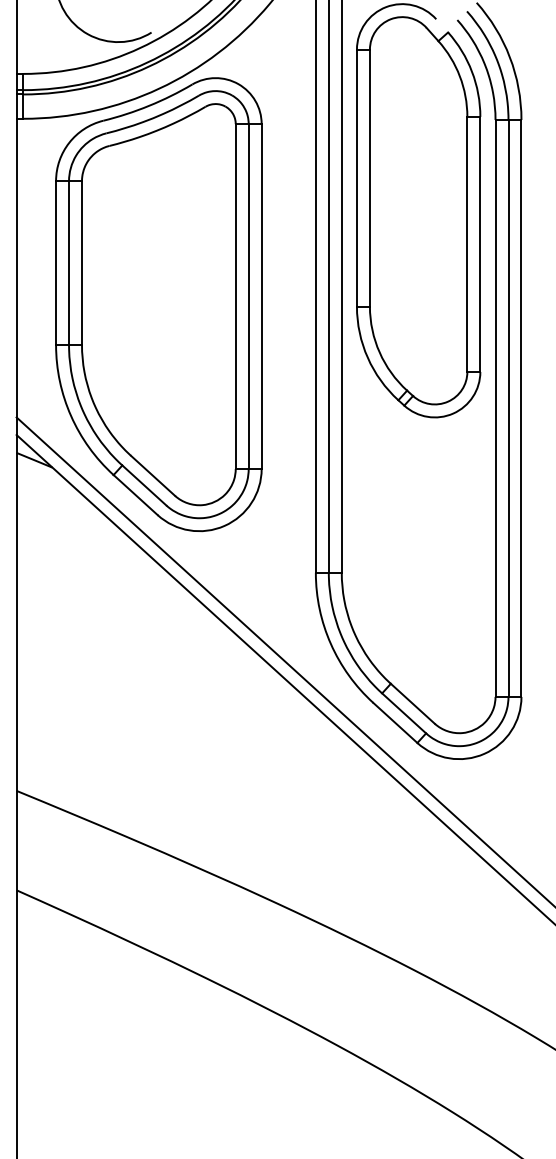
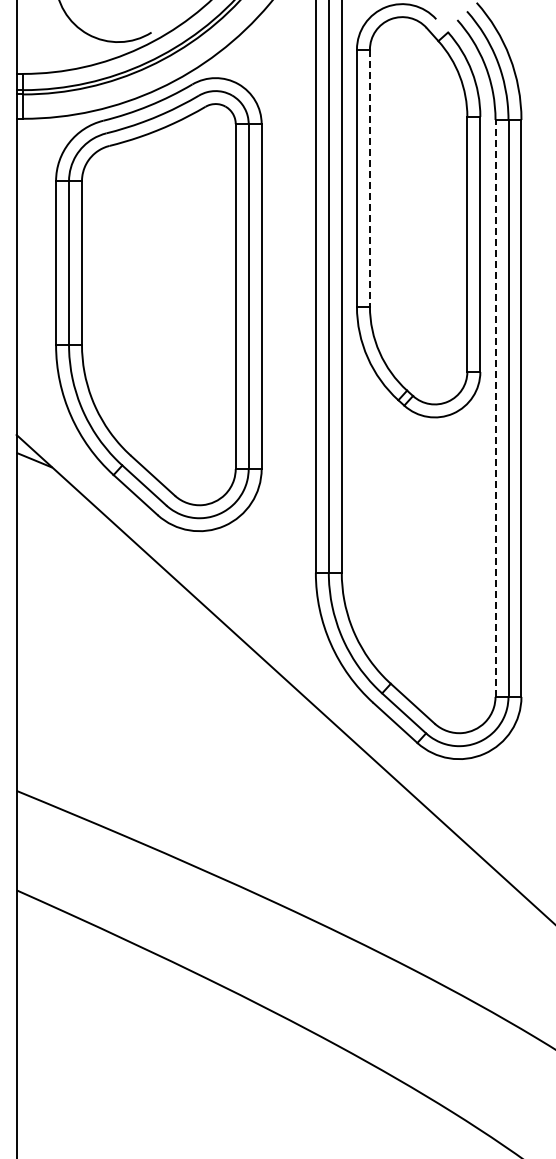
line at (369, 178): solid -> dashed
line at (495, 407): solid -> dashed
line at (284, 660): present -> none
